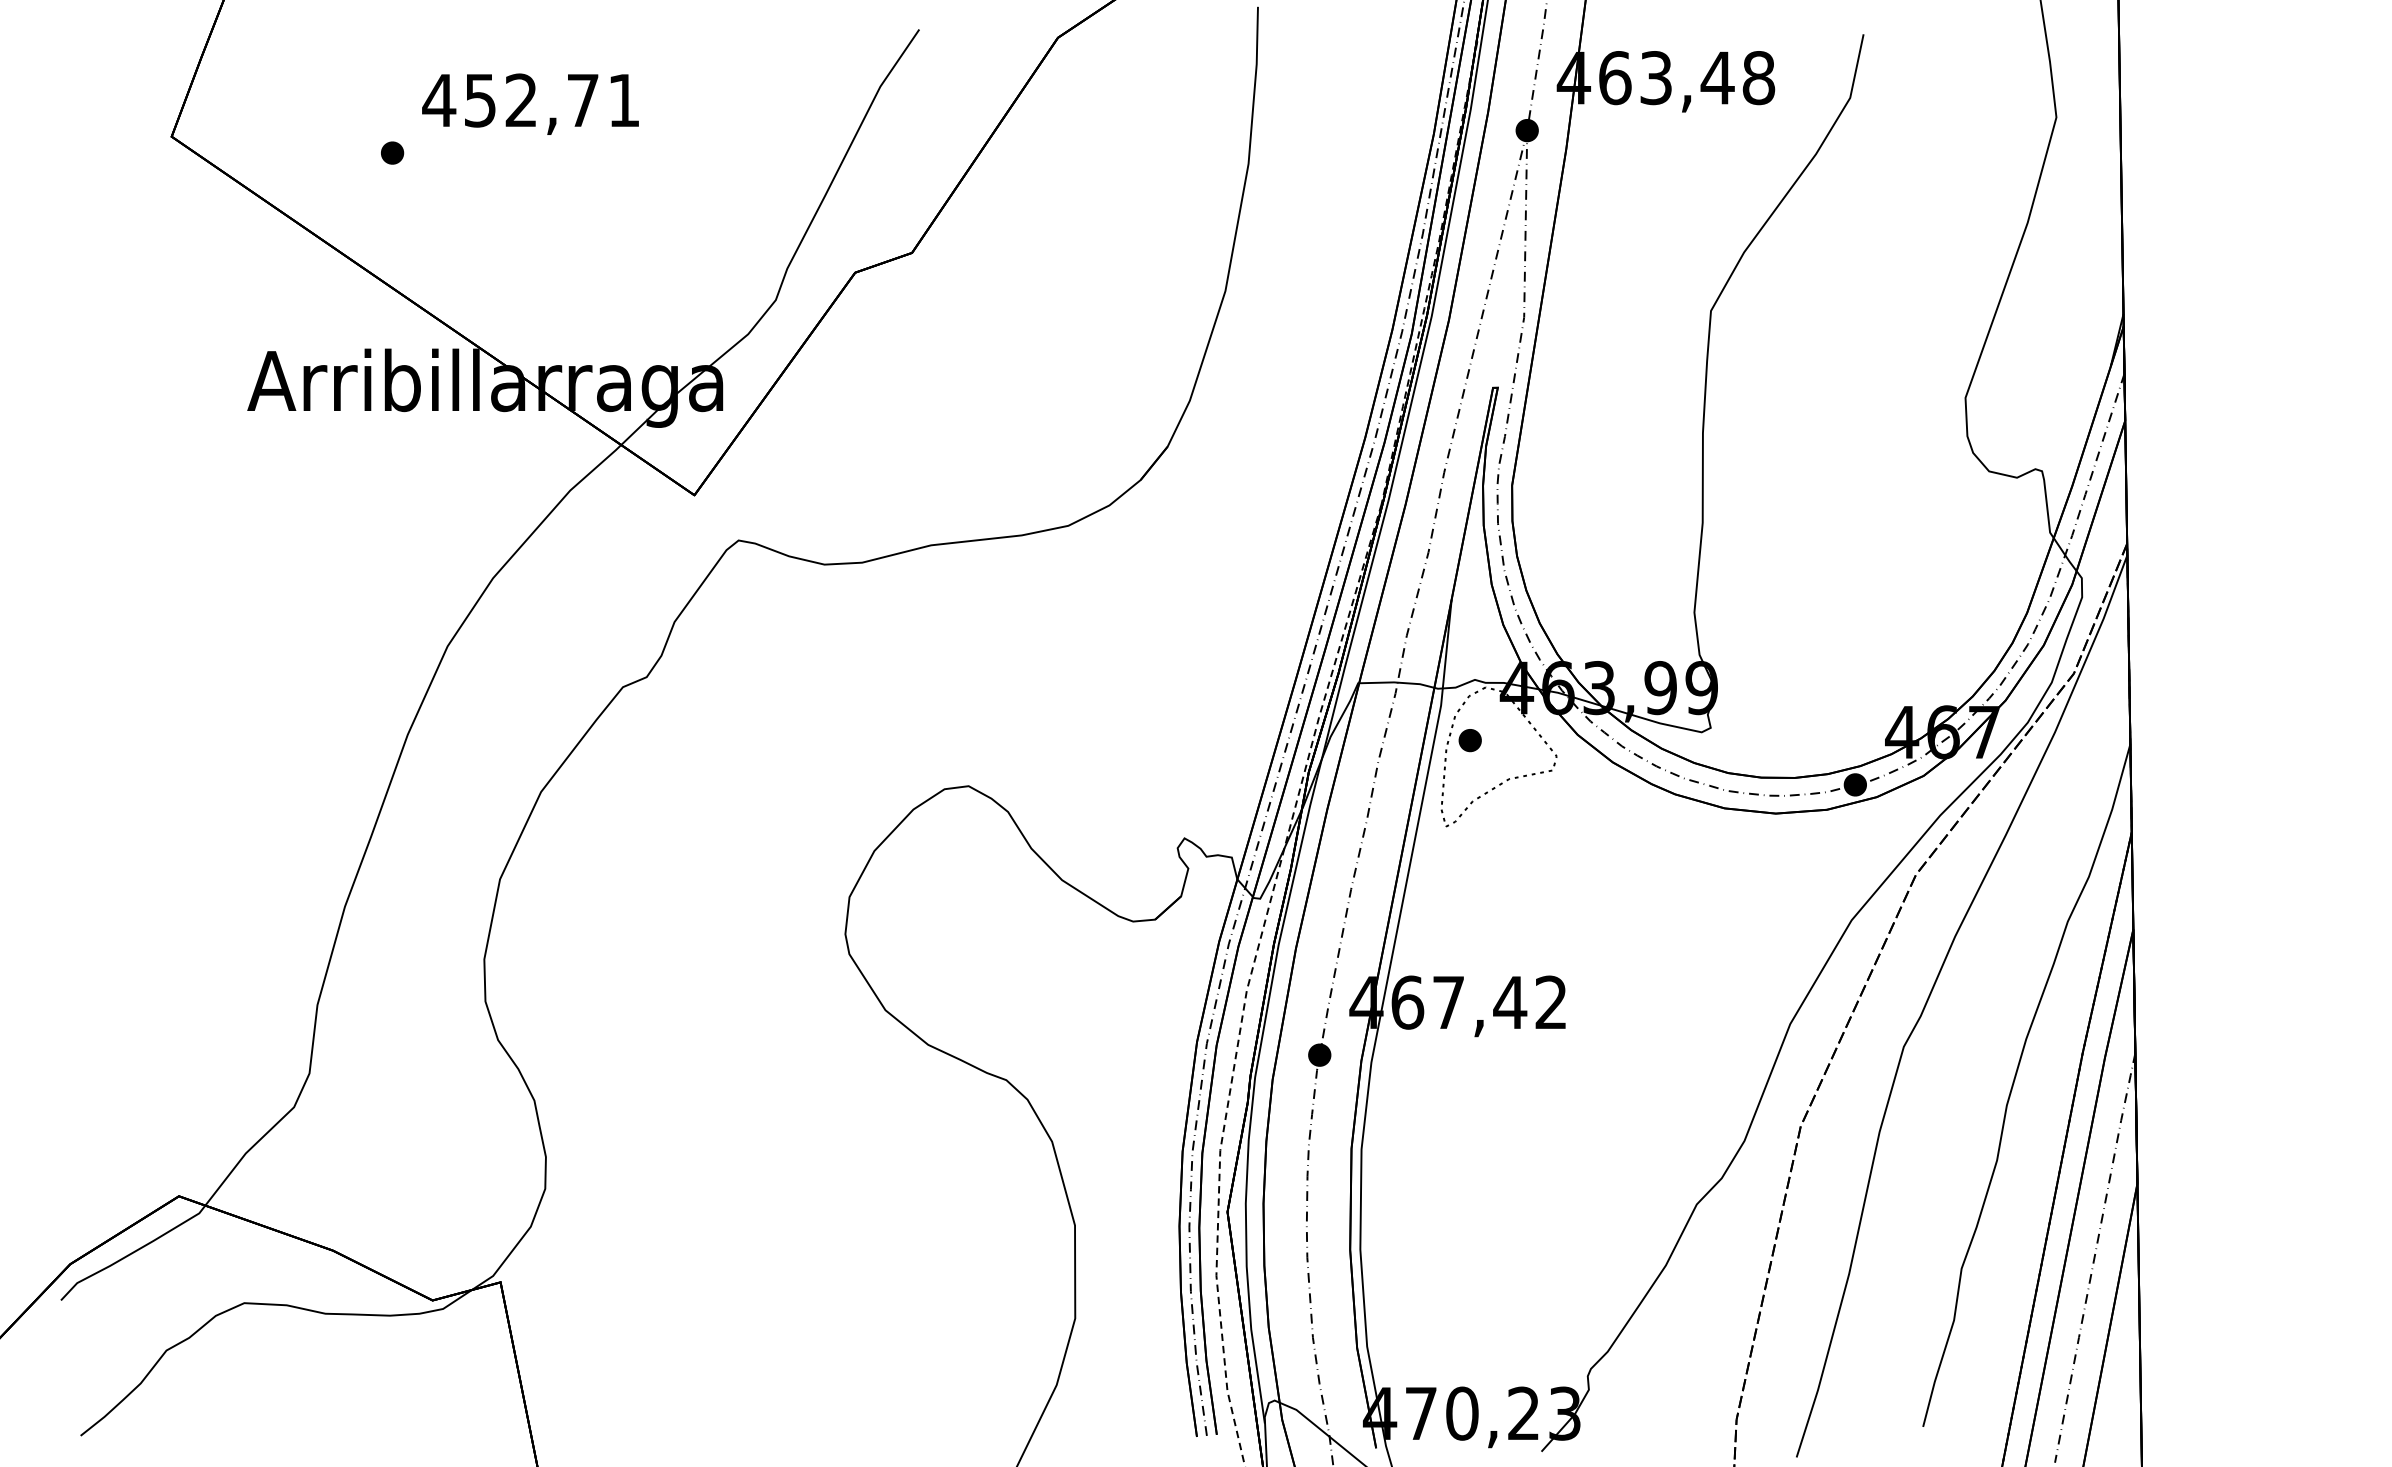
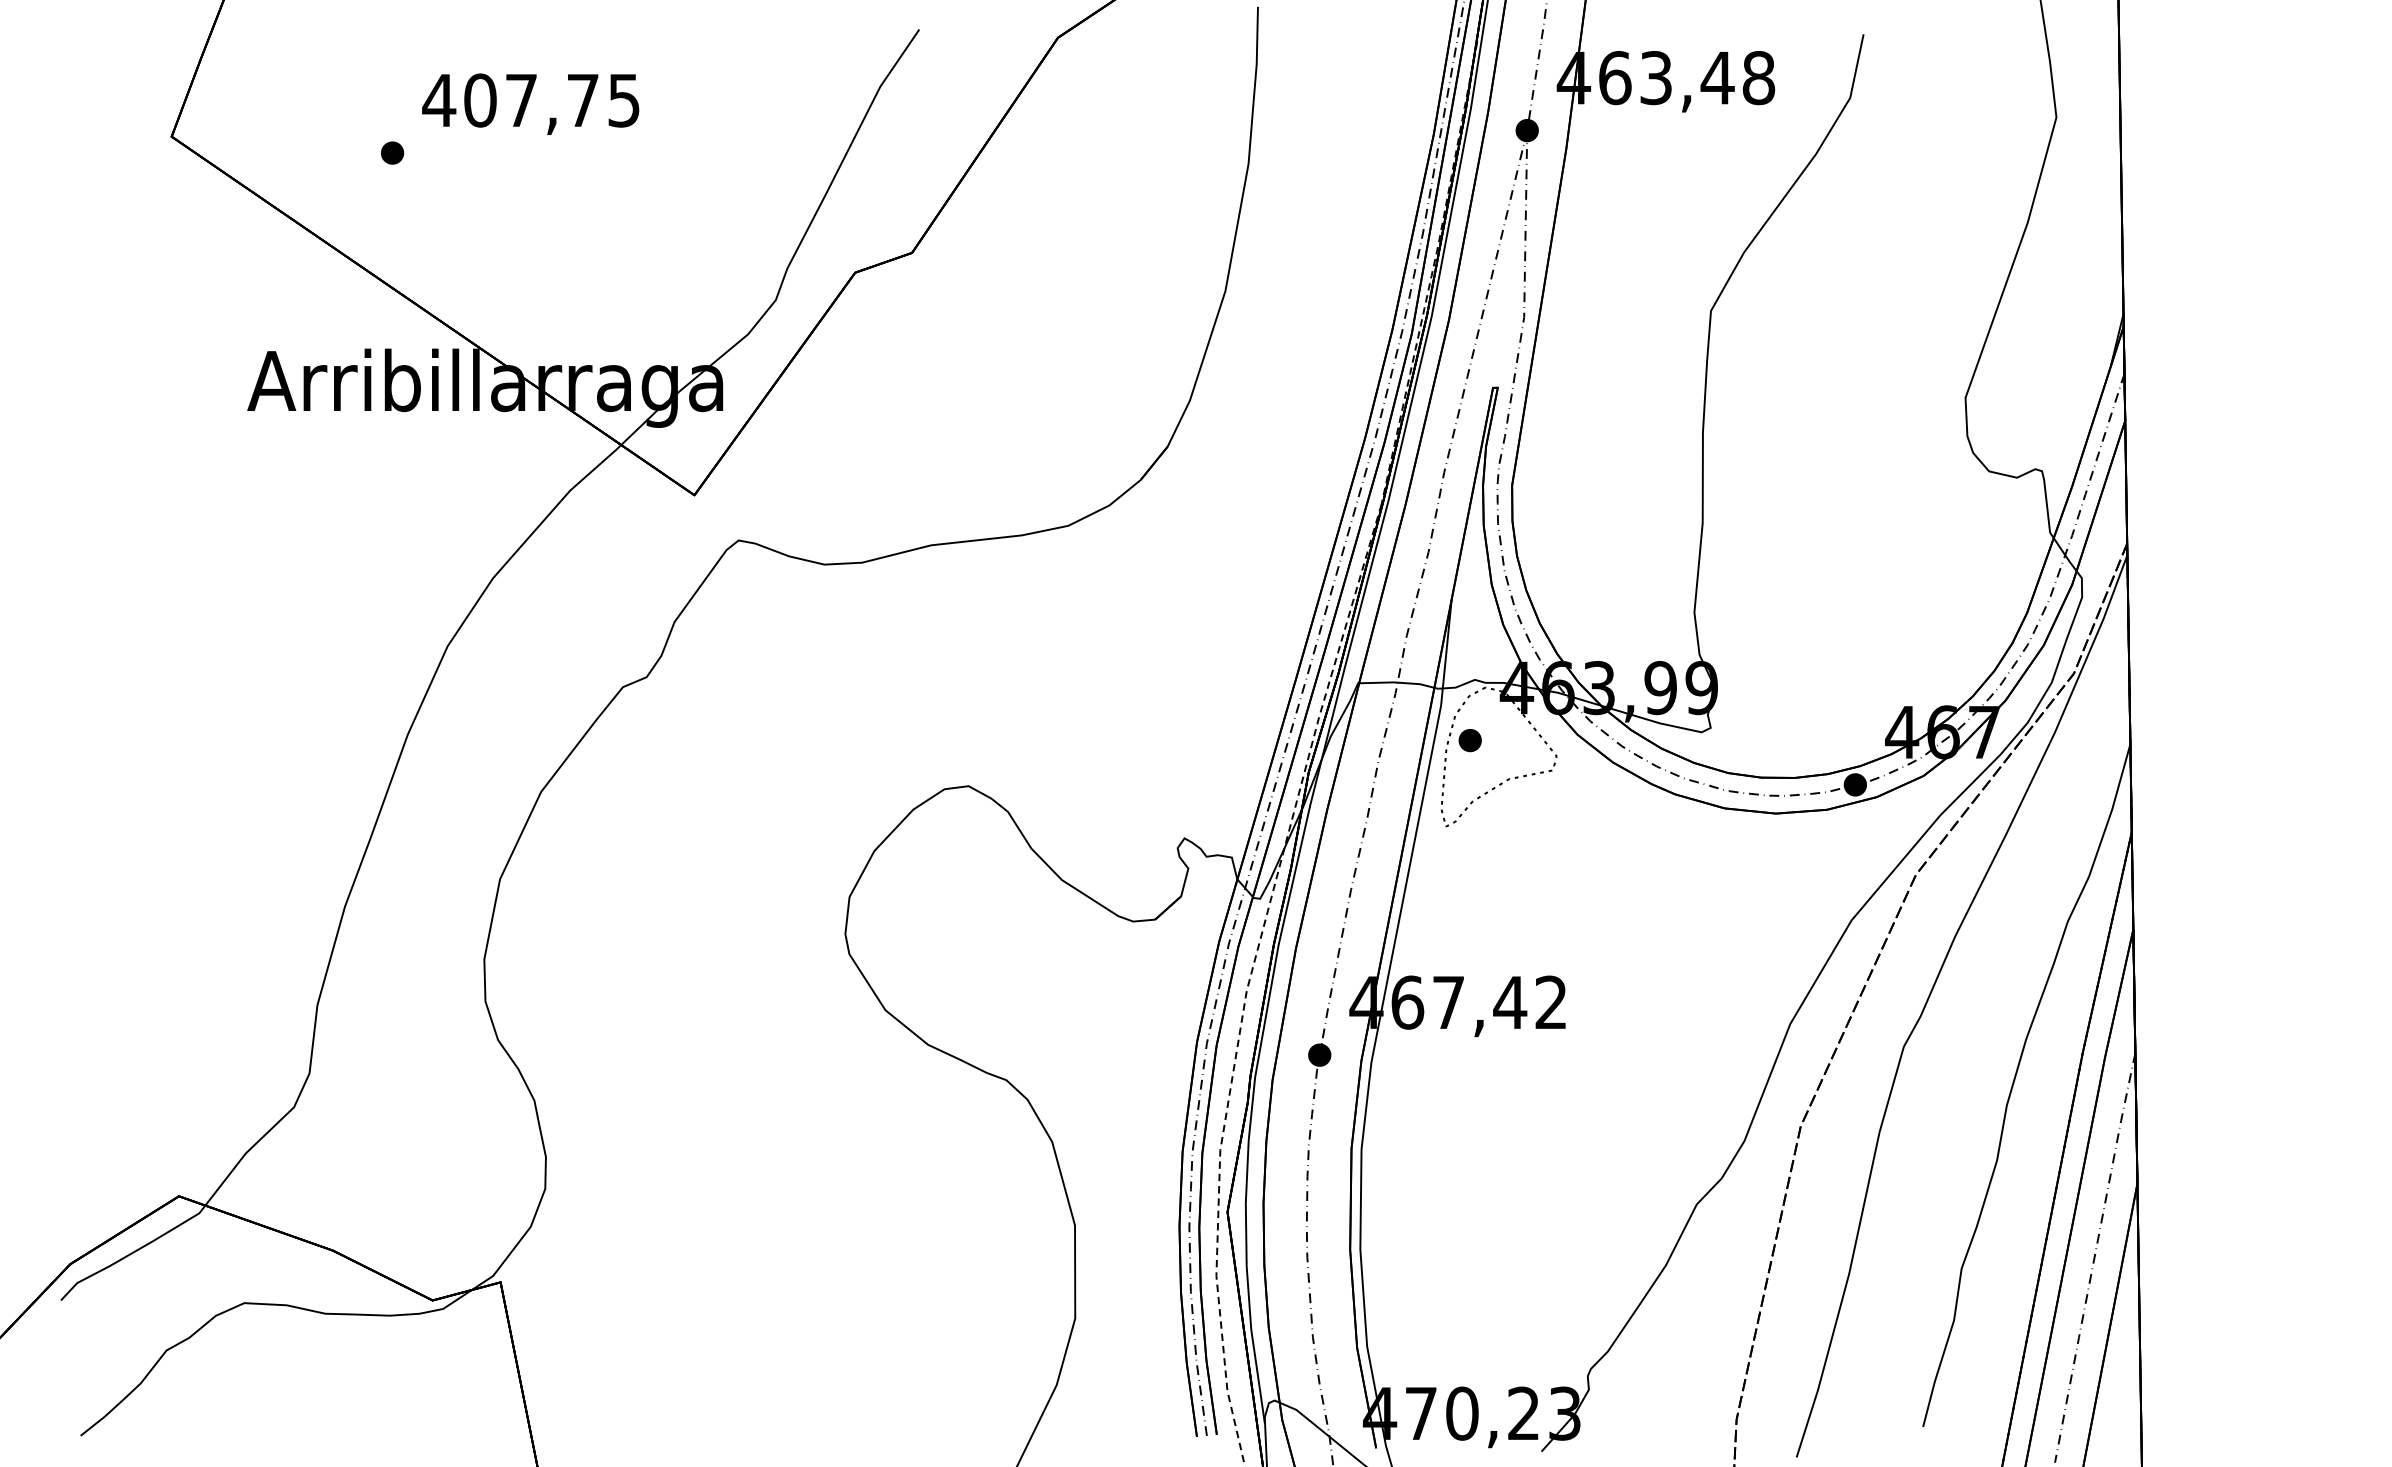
text at (551, 100): 452,71 -> 407,75
